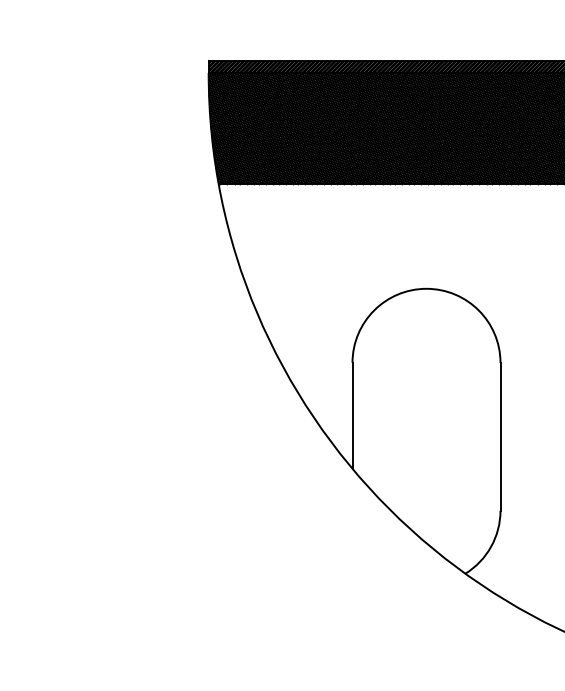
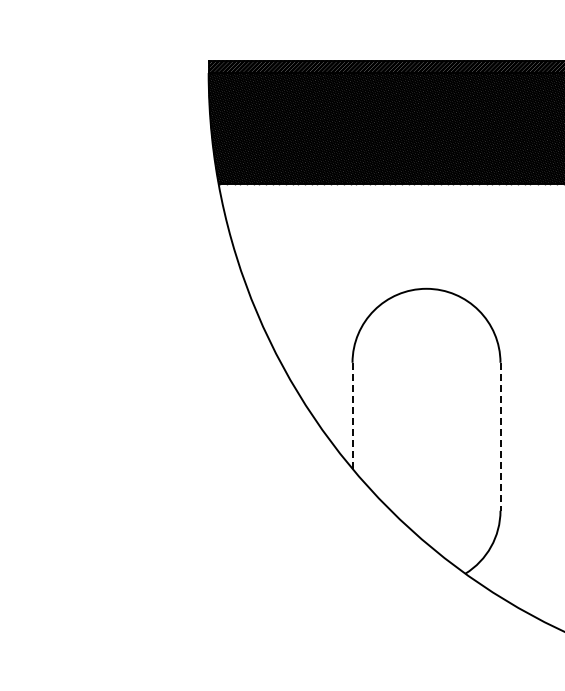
line at (352, 416): solid -> dashed
line at (500, 436): solid -> dashed
